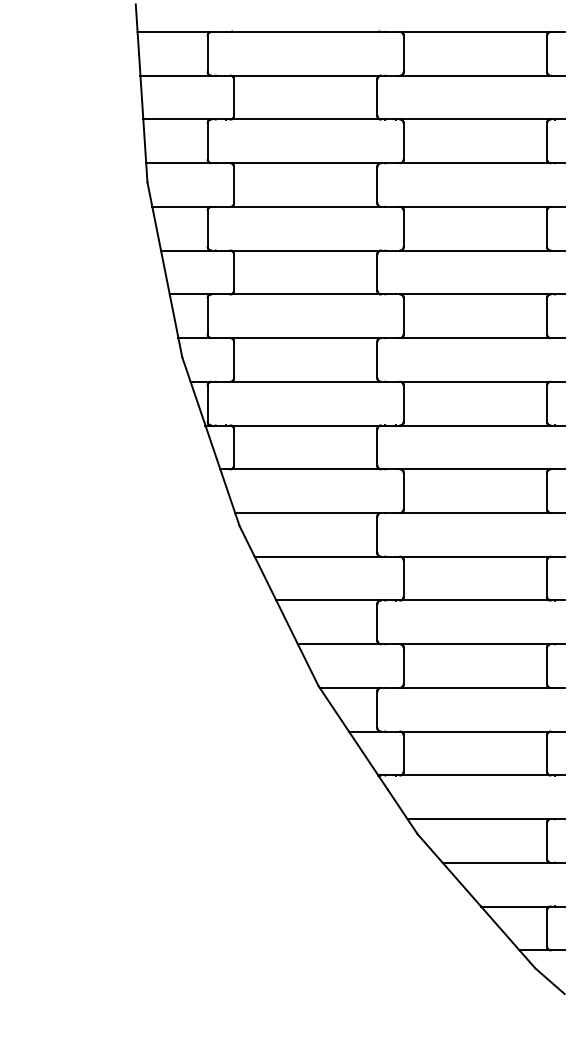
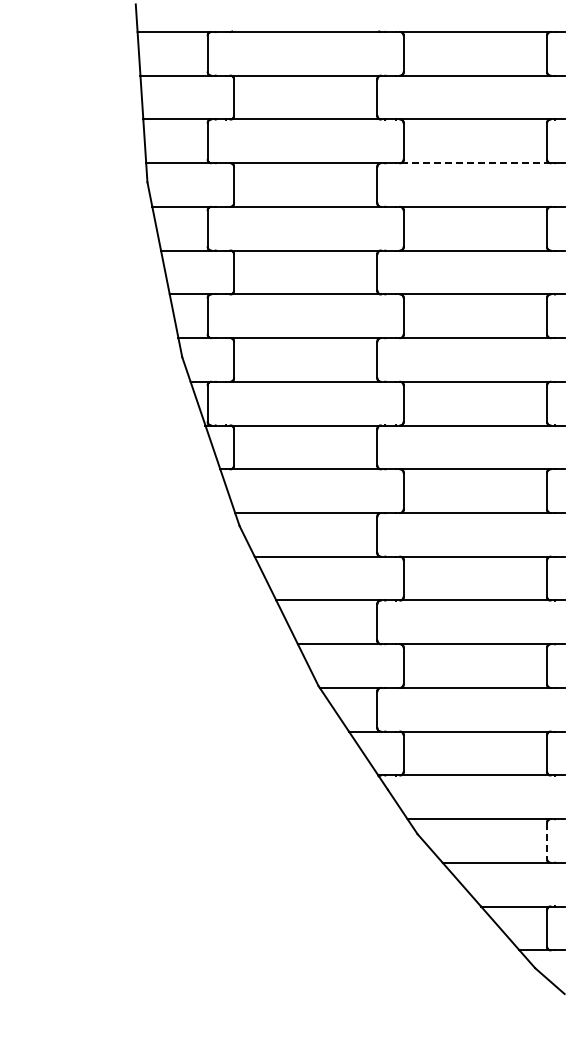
line at (474, 163): solid -> dashed
line at (547, 841): solid -> dashed
